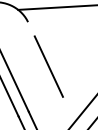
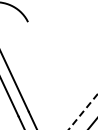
line at (56, 7): present -> none
line at (48, 66): present -> none
line at (83, 112): solid -> dashed
